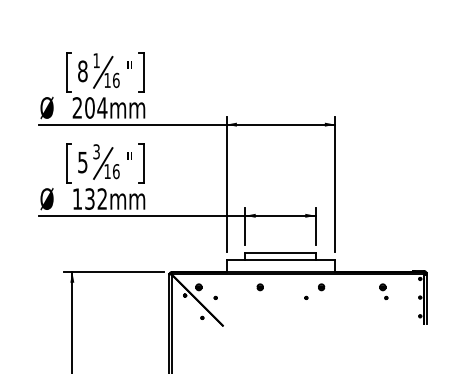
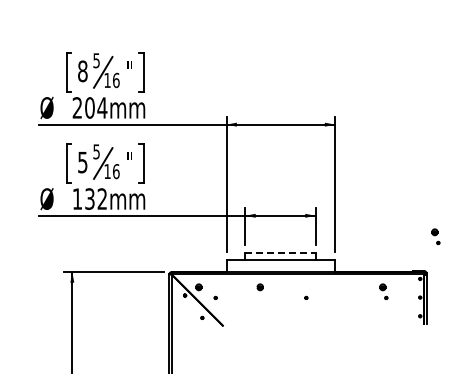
text at (96, 60): 1 -> 5
text at (96, 151): 3 -> 5
part at (435, 236): none -> present
line at (281, 252): solid -> dashed
part at (321, 287): present -> none
